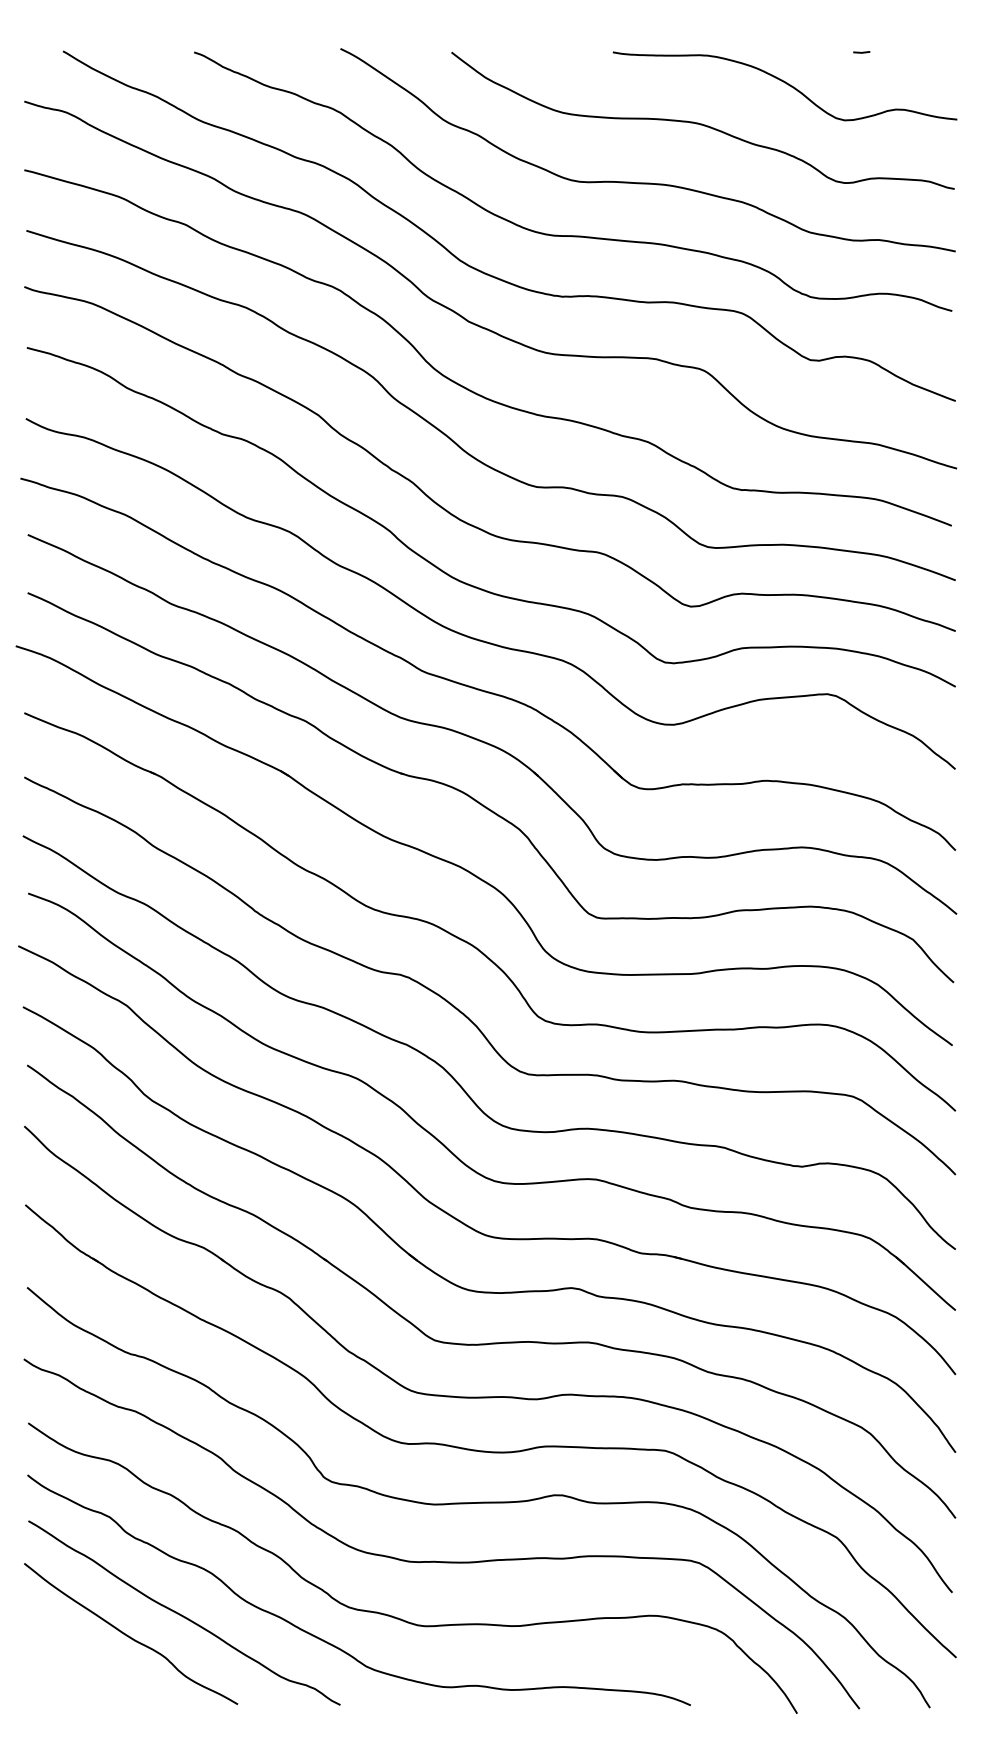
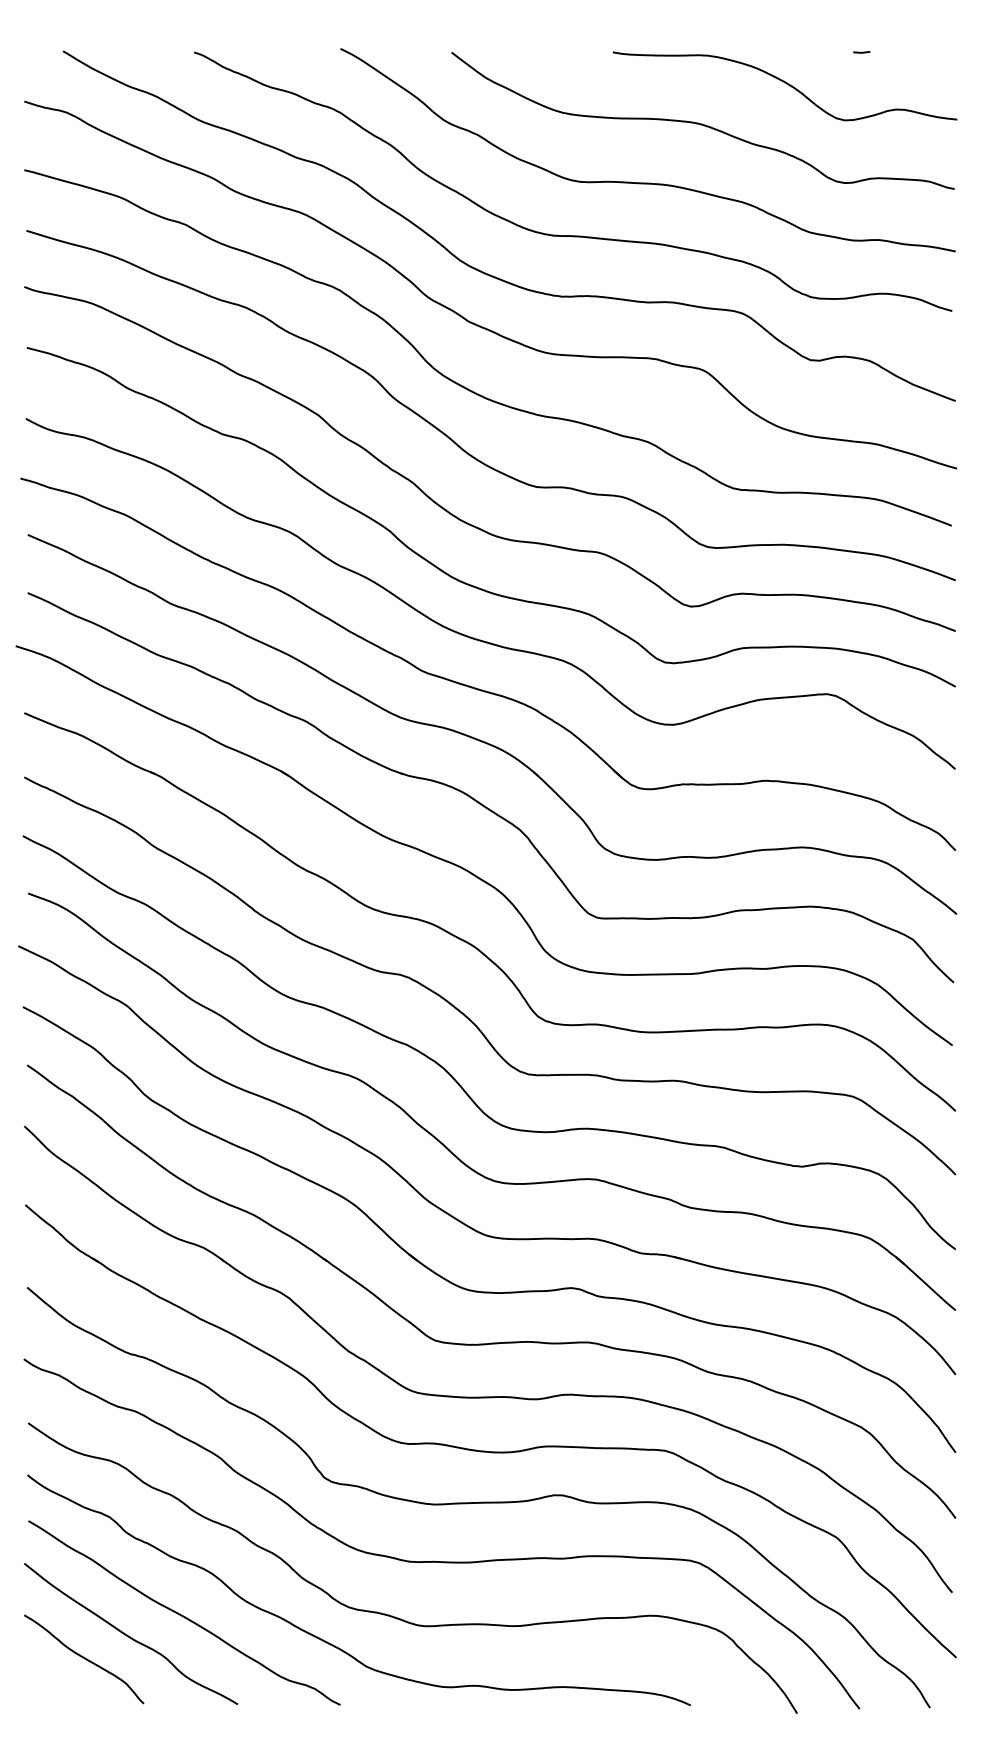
curve at (84, 1659): none -> present
